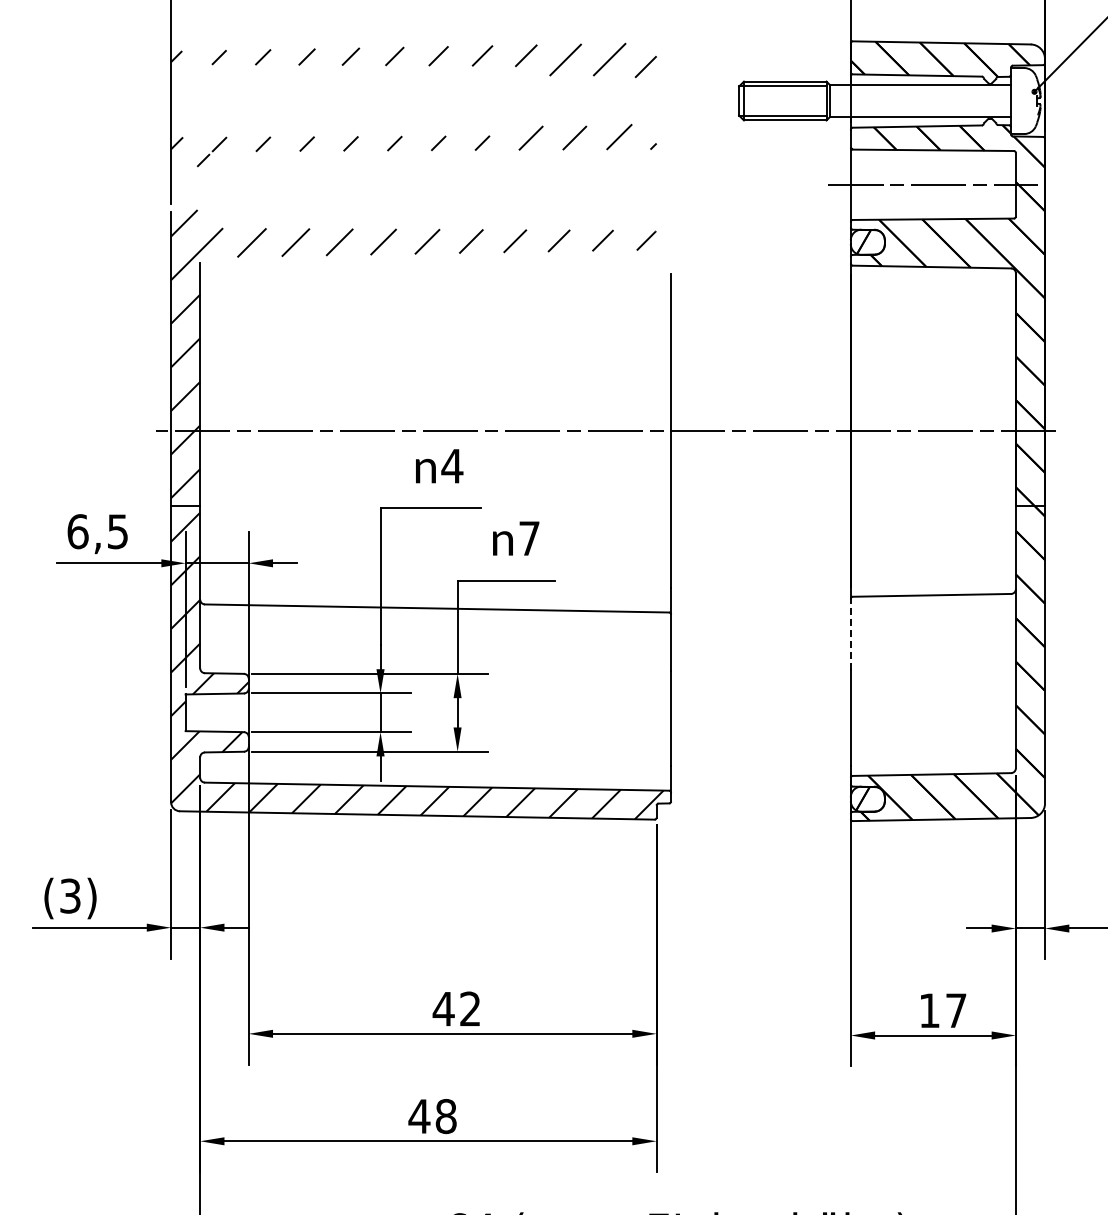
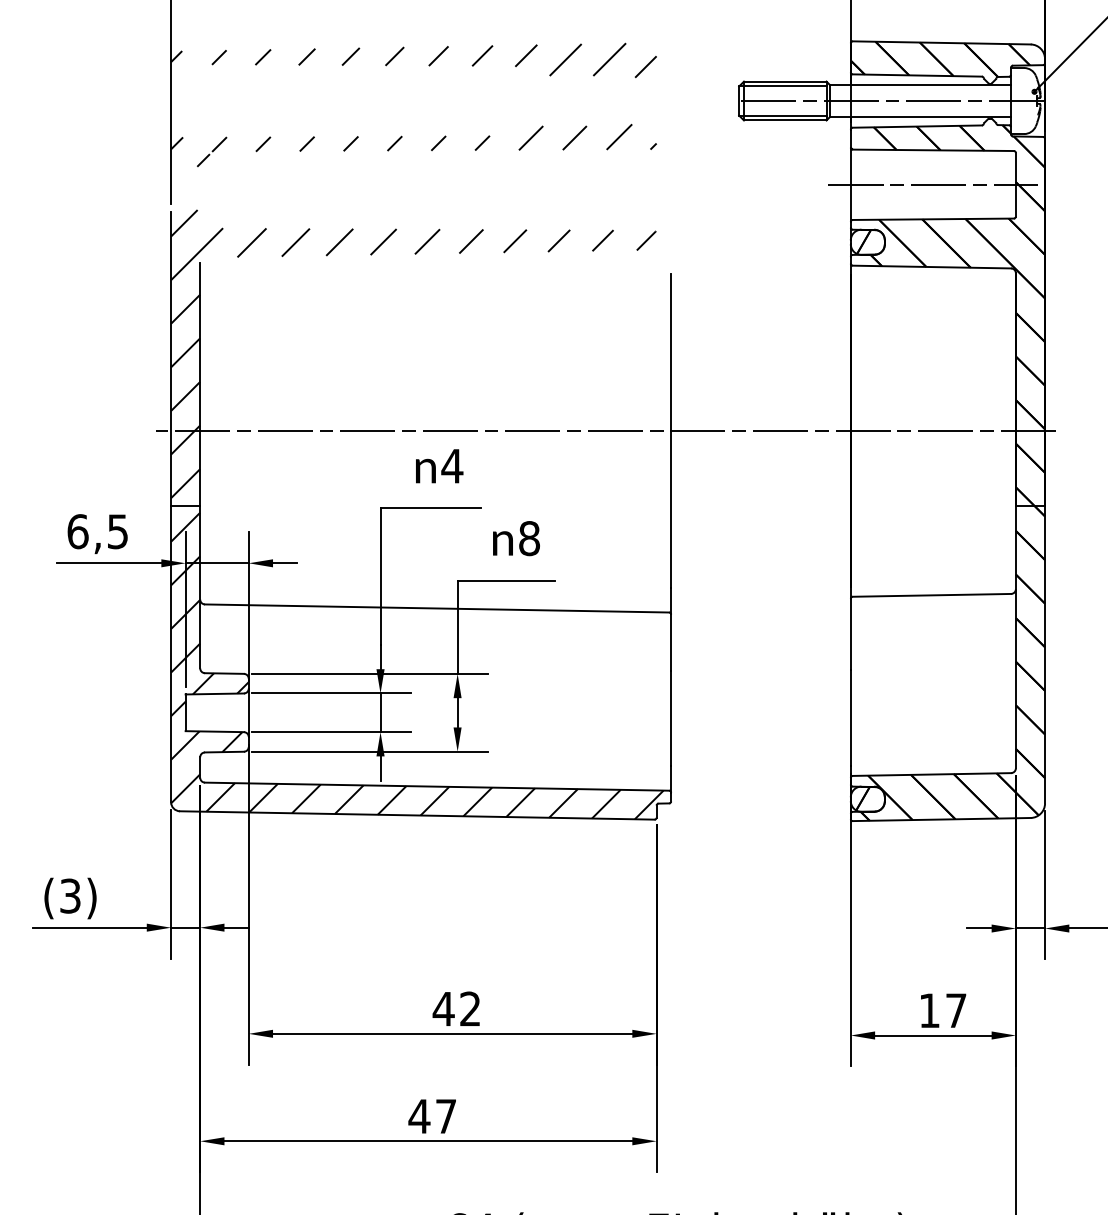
line at (893, 101): none -> present
text at (529, 538): 7 -> 8
line at (850, 633): dashed -> solid
text at (445, 1116): 48 -> 47
